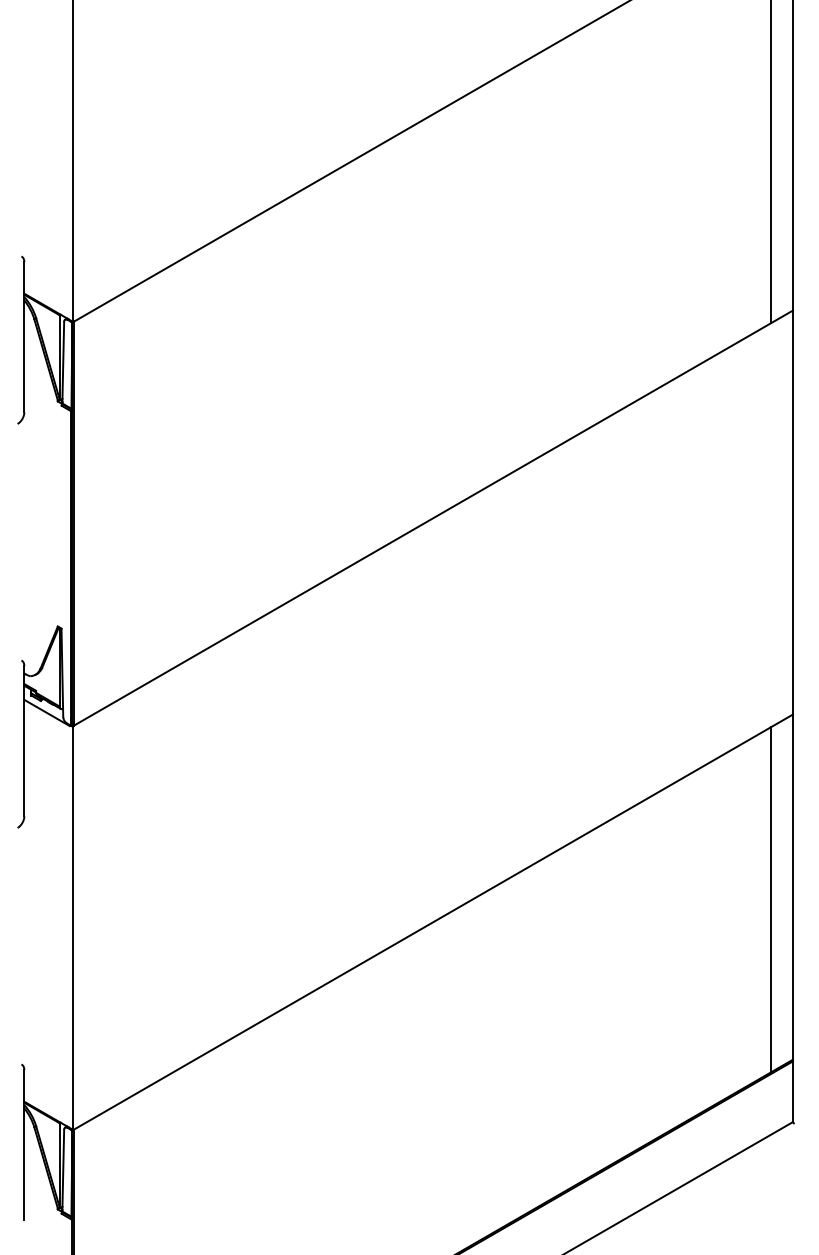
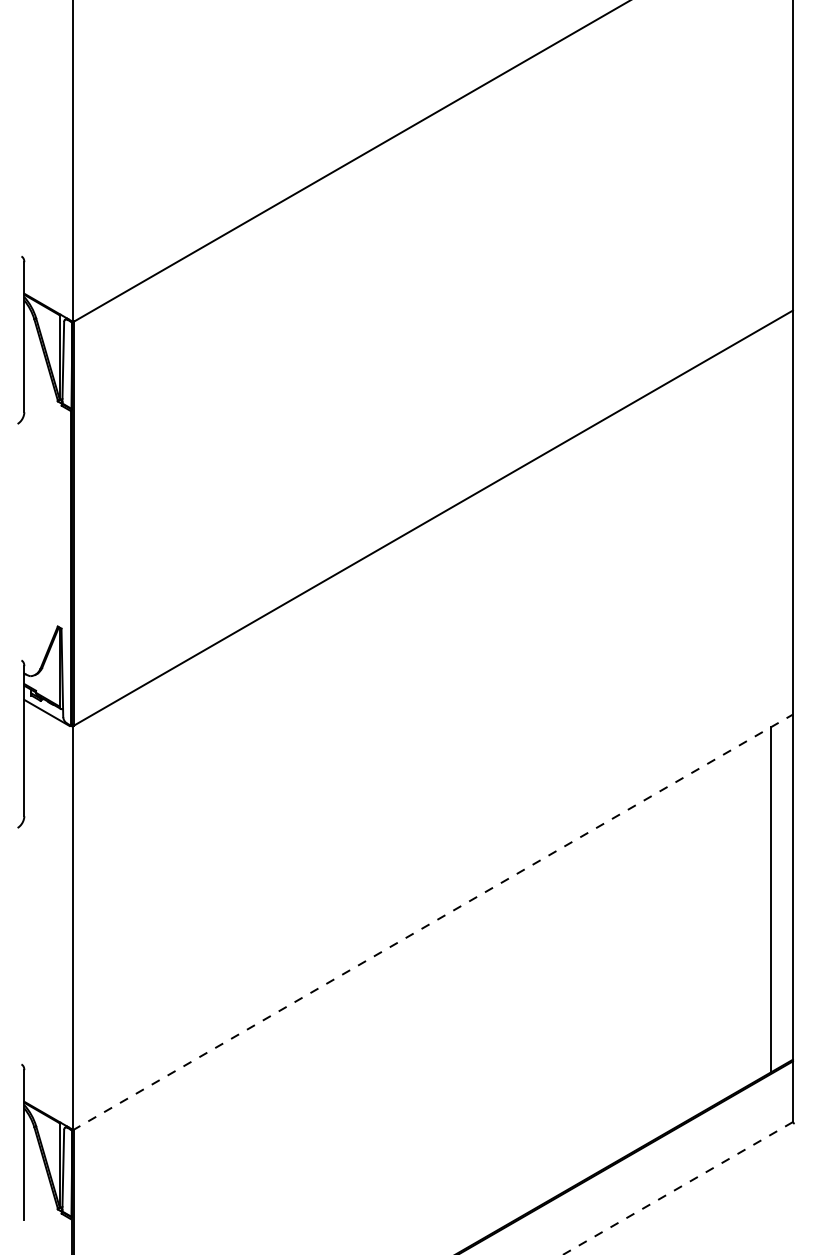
line at (771, 162): present -> none
line at (433, 922): solid -> dashed
line at (677, 1188): solid -> dashed
